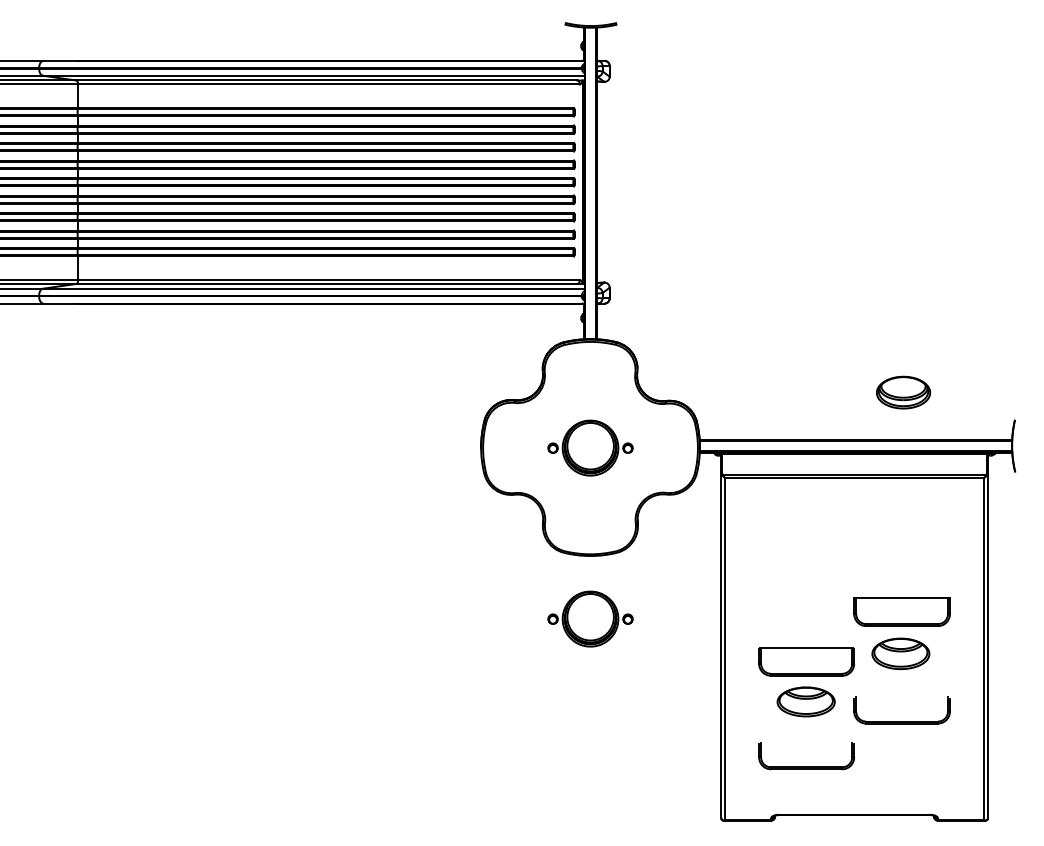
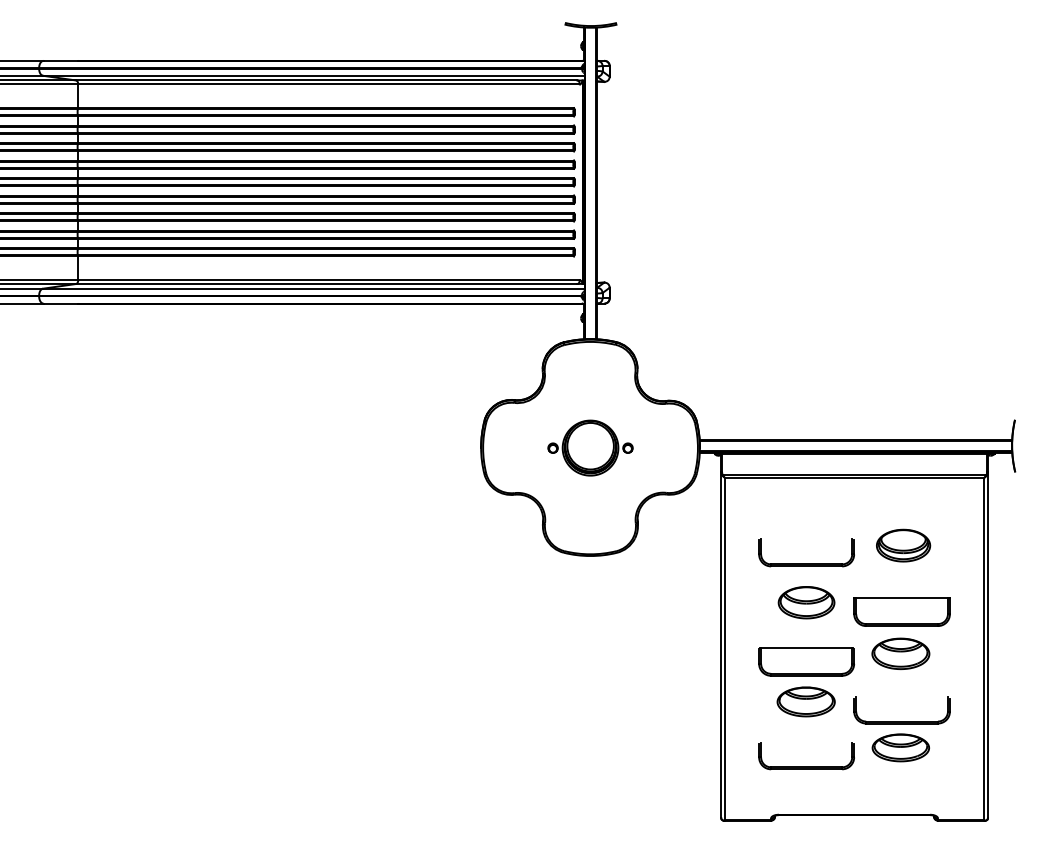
part at (903, 392) position: (903, 392) -> (903, 545)
part at (806, 563): none -> present
part at (806, 602): none -> present
part at (590, 618): present -> none
part at (900, 747): none -> present
